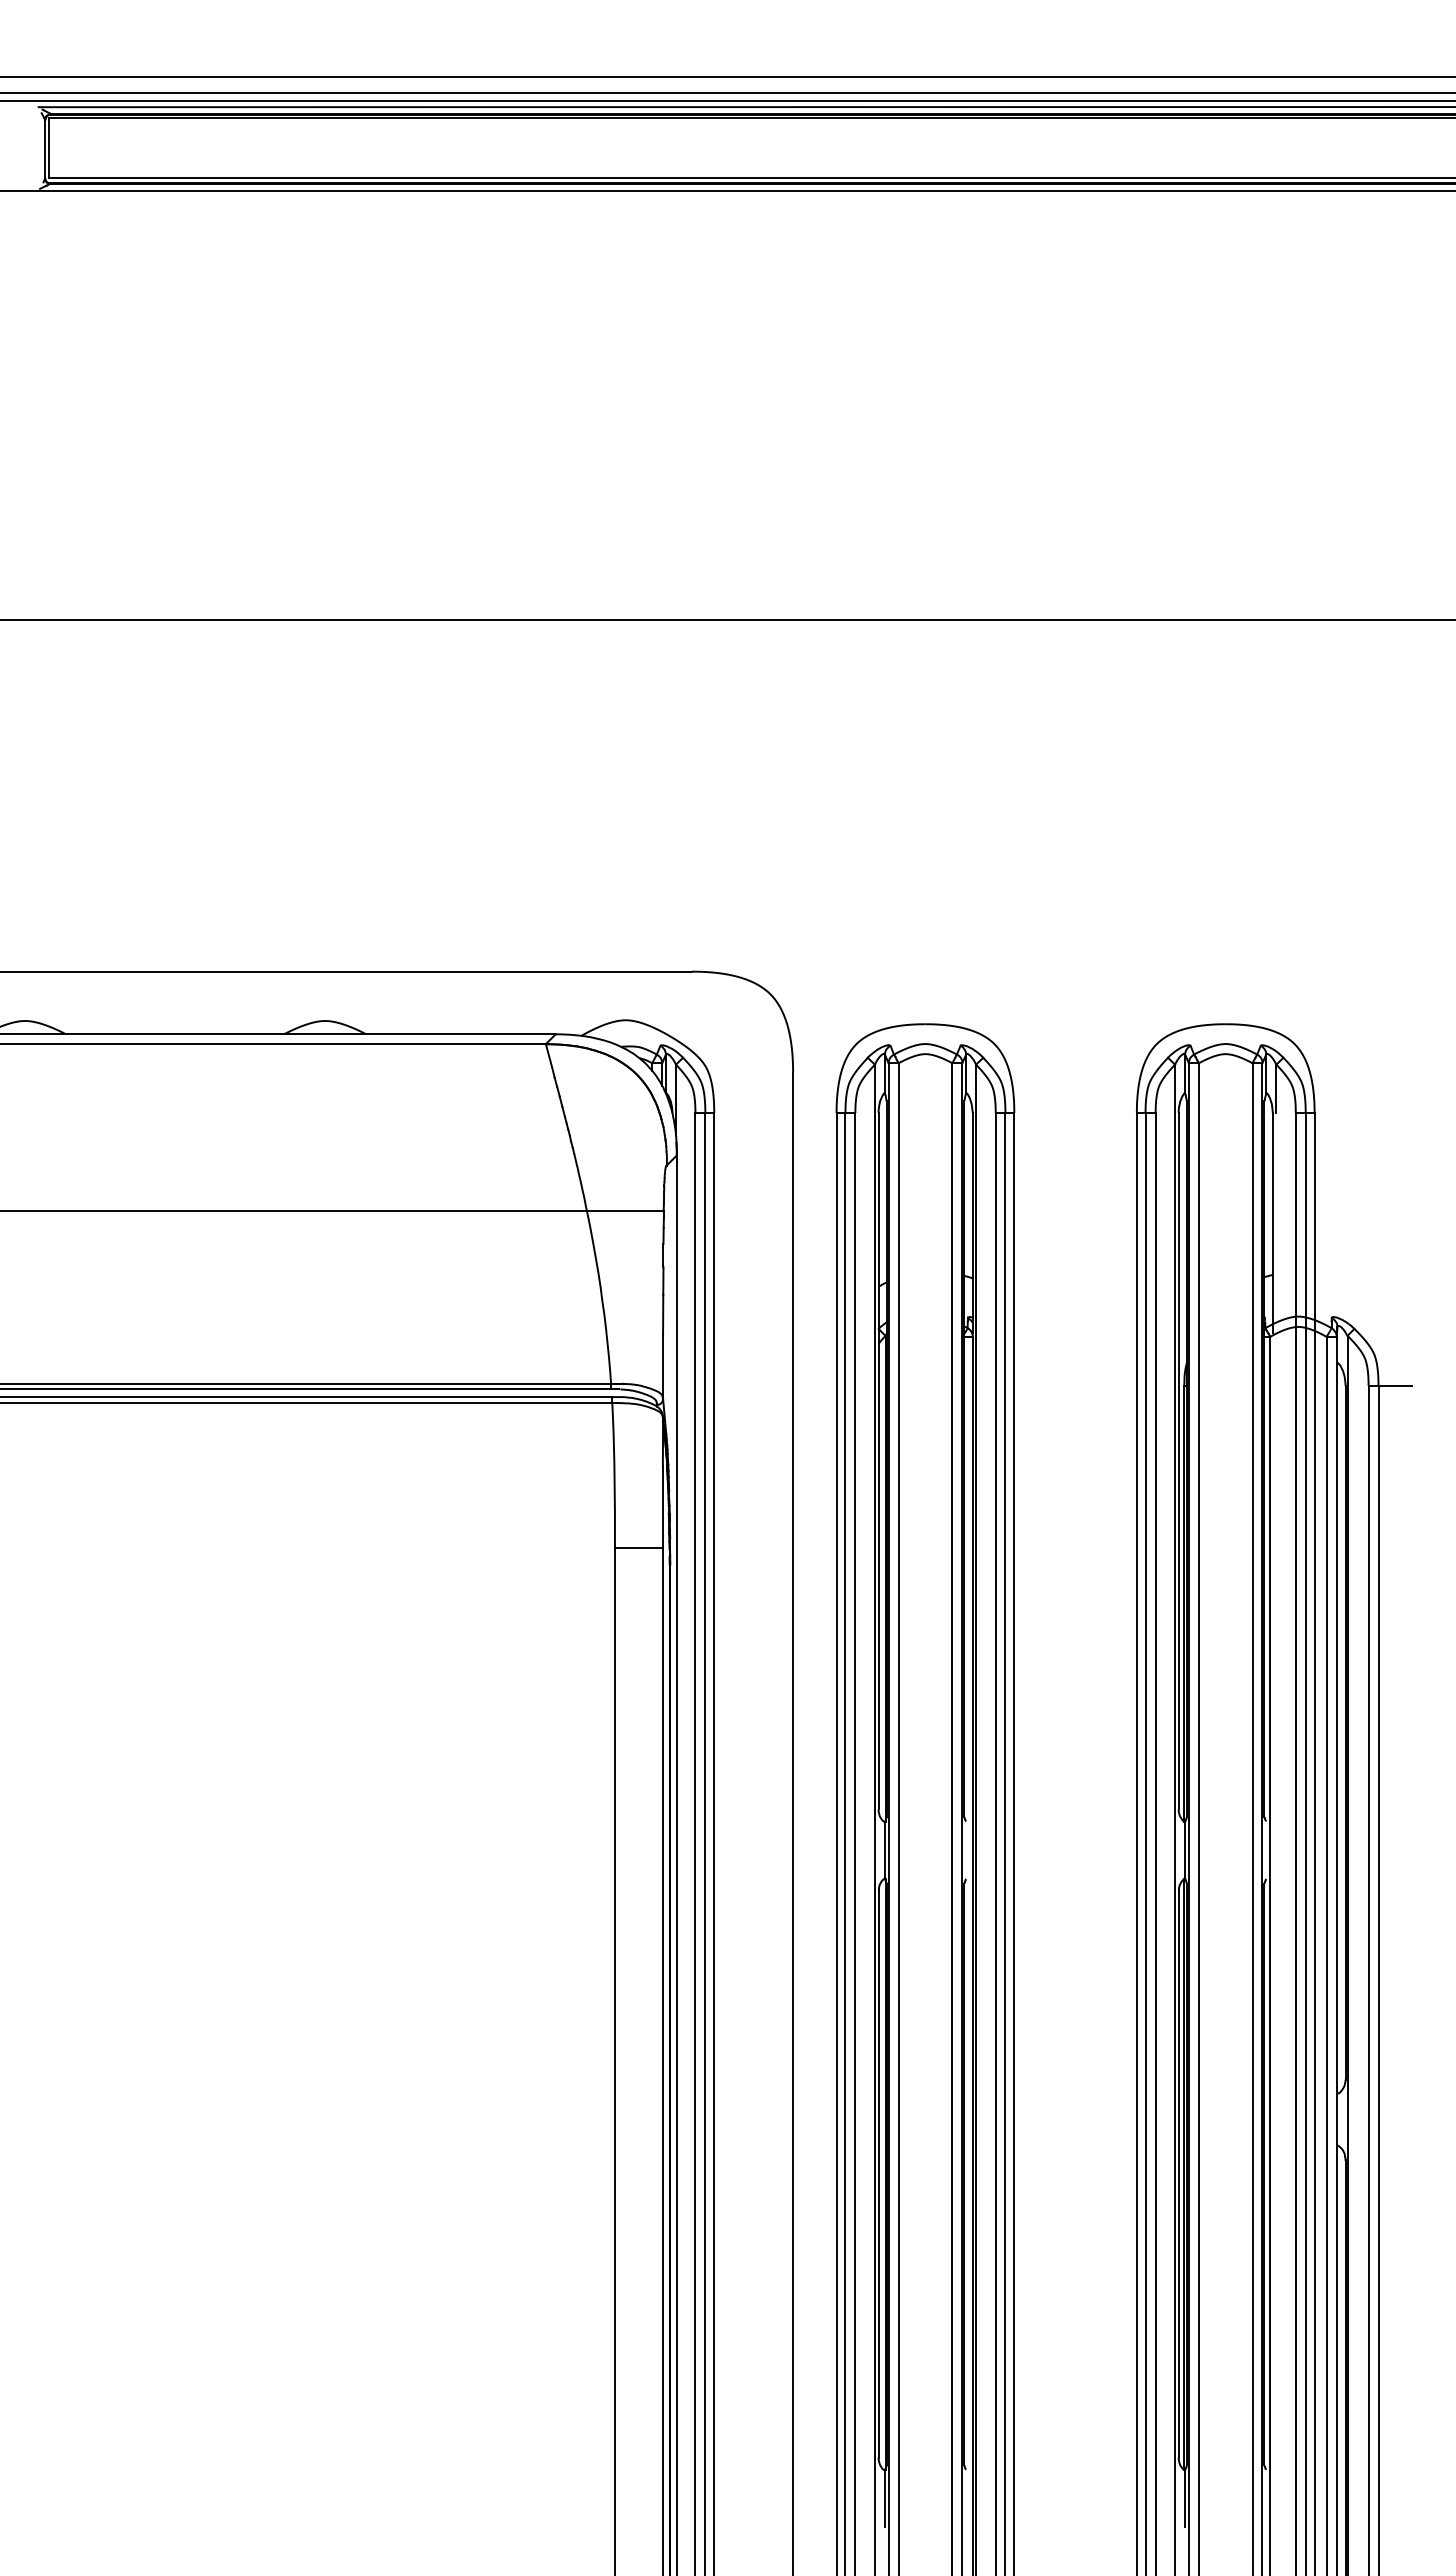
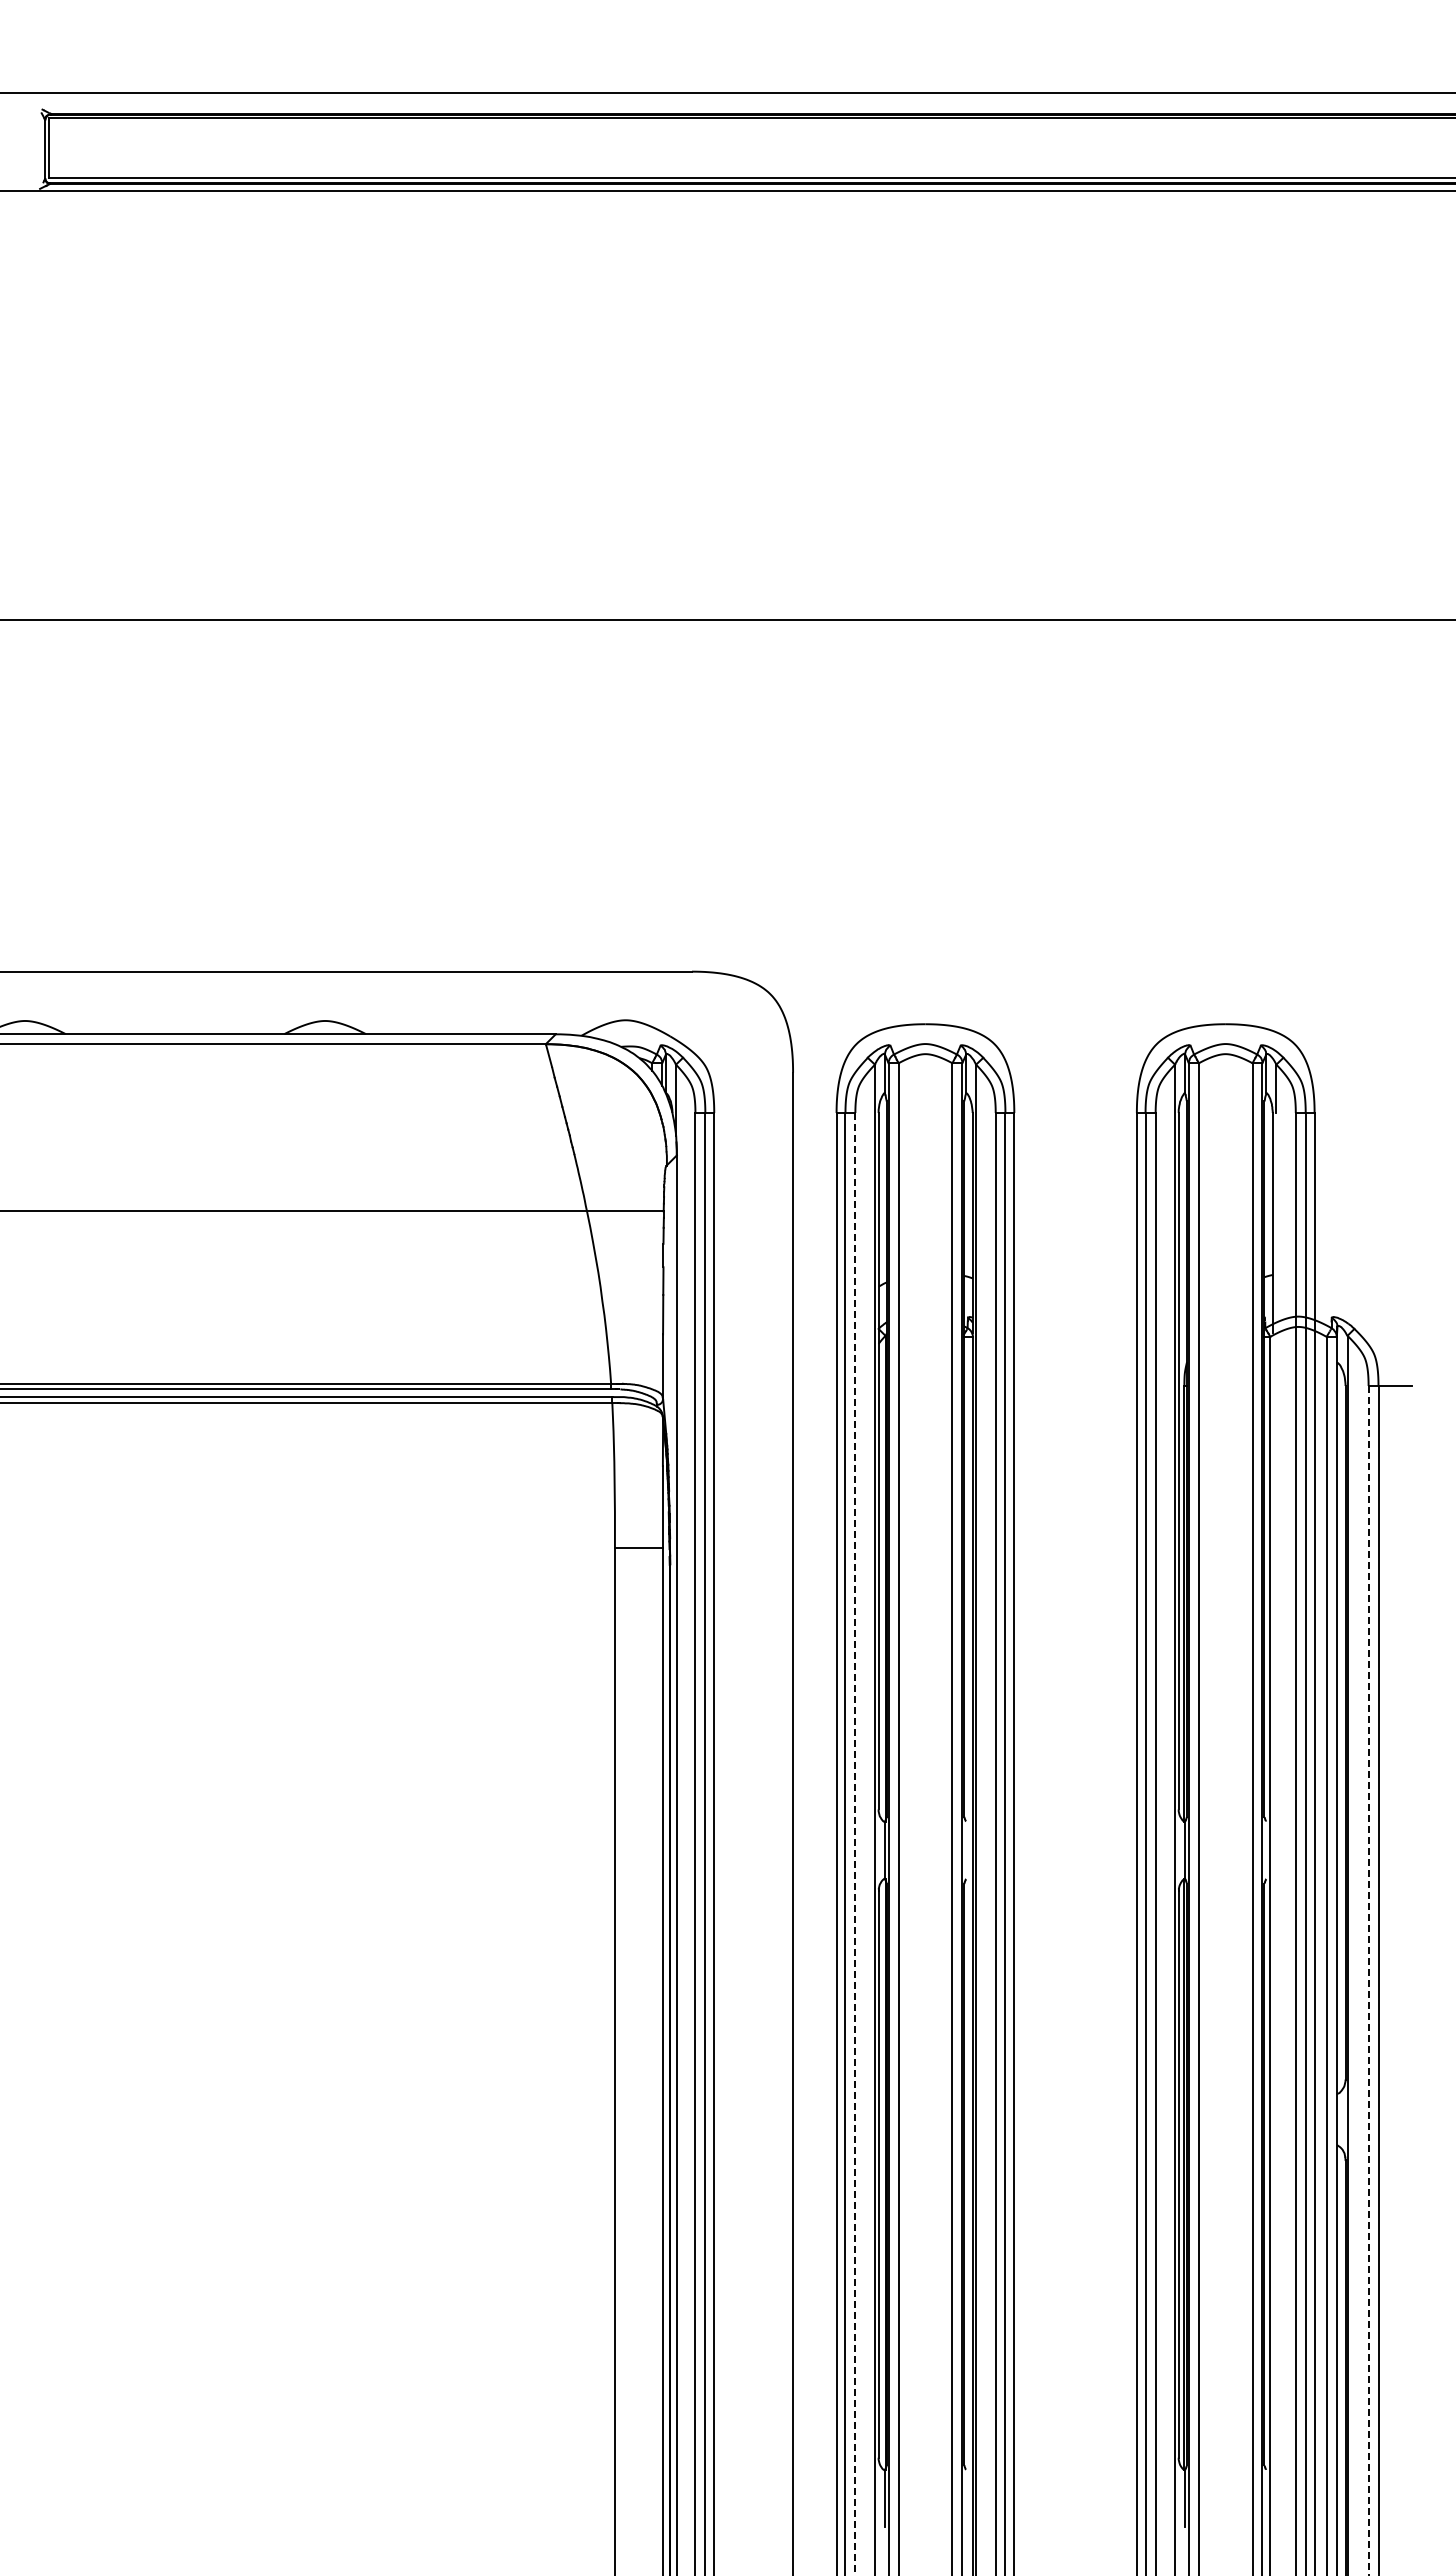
line at (727, 77): present -> none
line at (727, 100): present -> none
line at (745, 107): present -> none
line at (855, 1844): solid -> dashed
line at (1368, 1980): solid -> dashed
